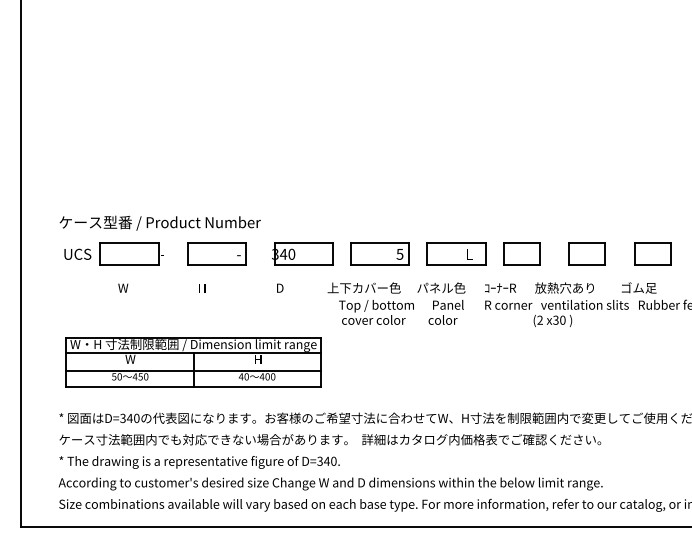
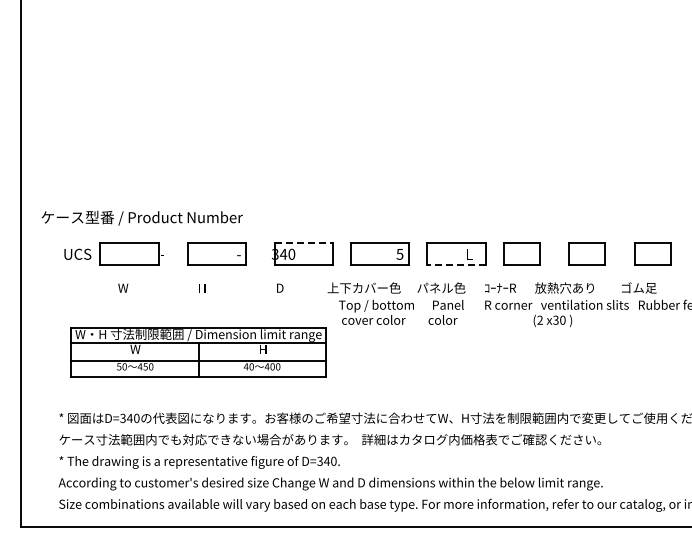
text at (159, 222) position: (159, 222) -> (141, 217)
line at (304, 243): solid -> dashed
line at (455, 264): solid -> dashed
part at (193, 362) position: (193, 362) -> (198, 352)
